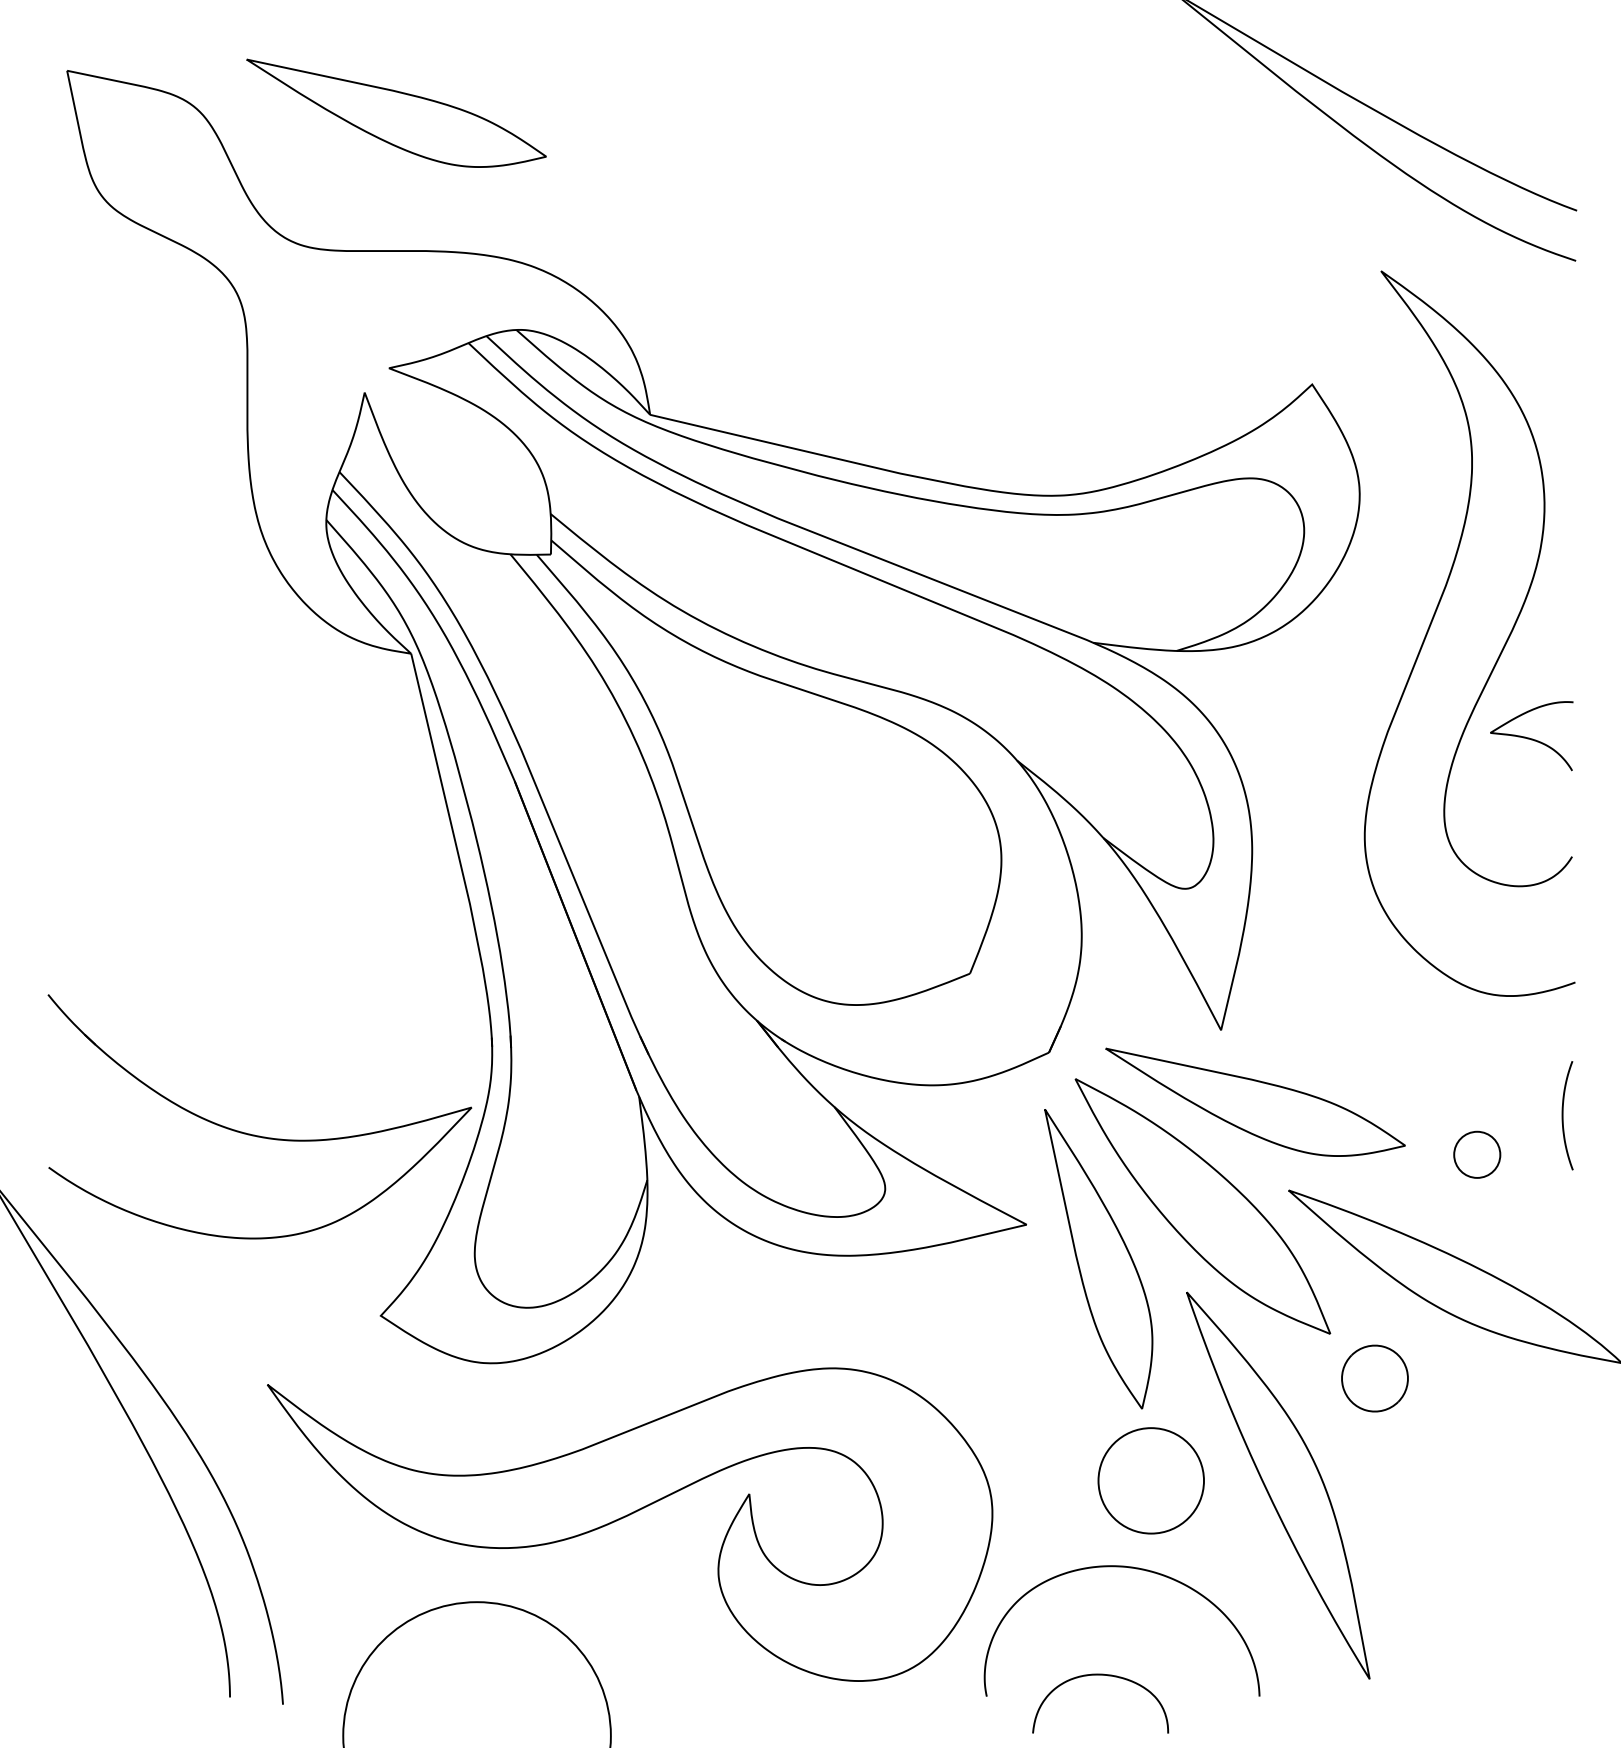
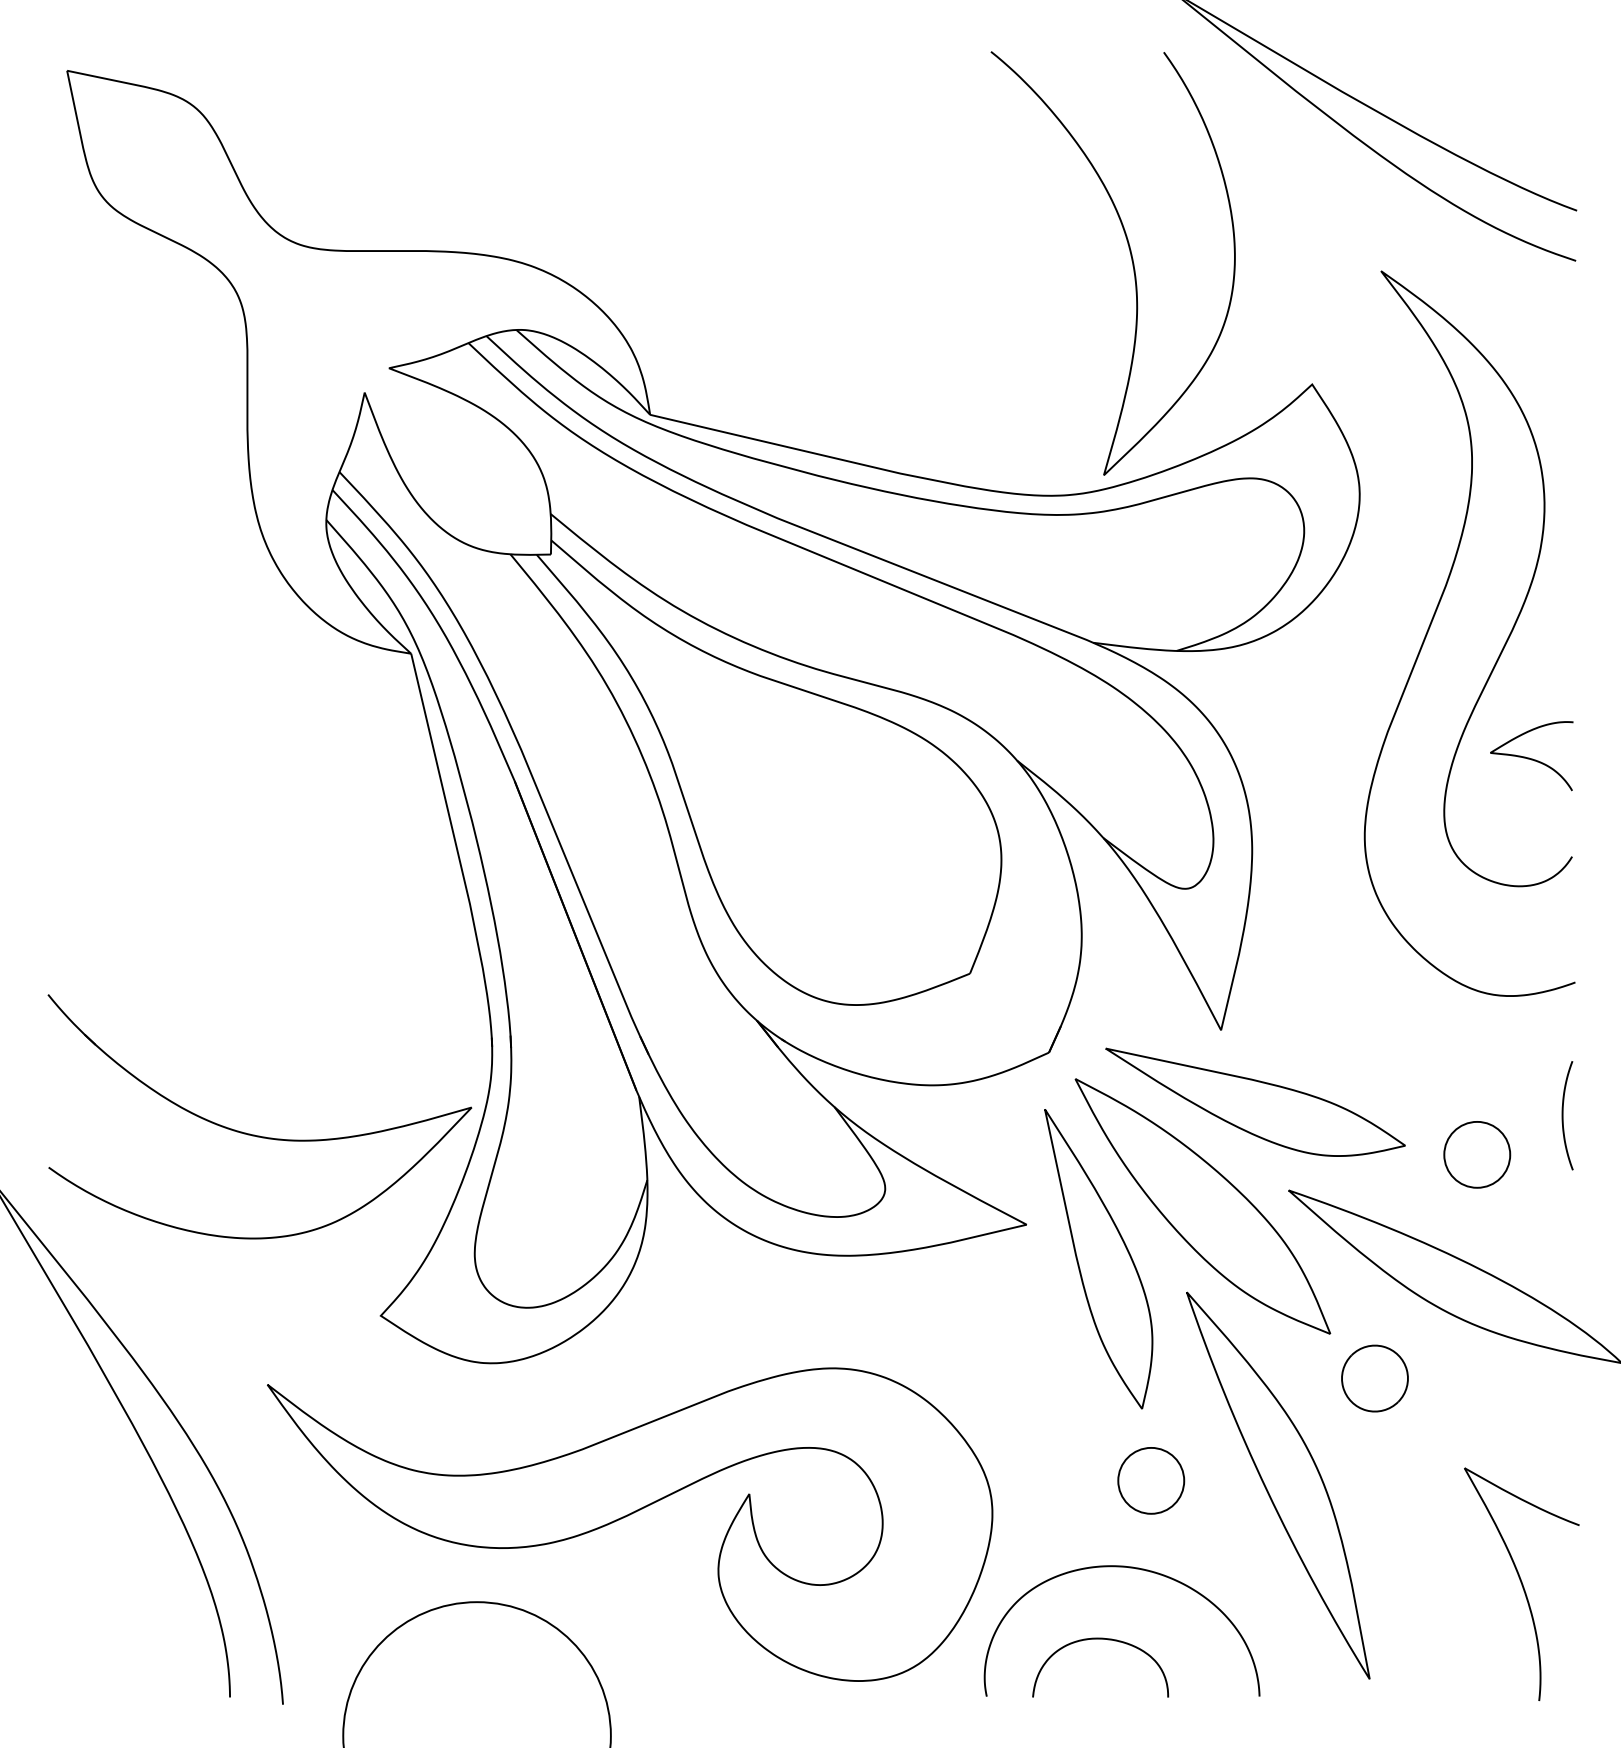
part at (396, 112): present -> none
curve at (1131, 261): none -> present
curve at (1531, 738) position: (1531, 738) -> (1531, 758)
circle at (1477, 1154) diameter: 46 px -> 66 px
circle at (1150, 1480) diameter: 105 px -> 66 px
part at (1521, 1584): none -> present
curve at (1100, 1675) position: (1100, 1675) -> (1100, 1639)
